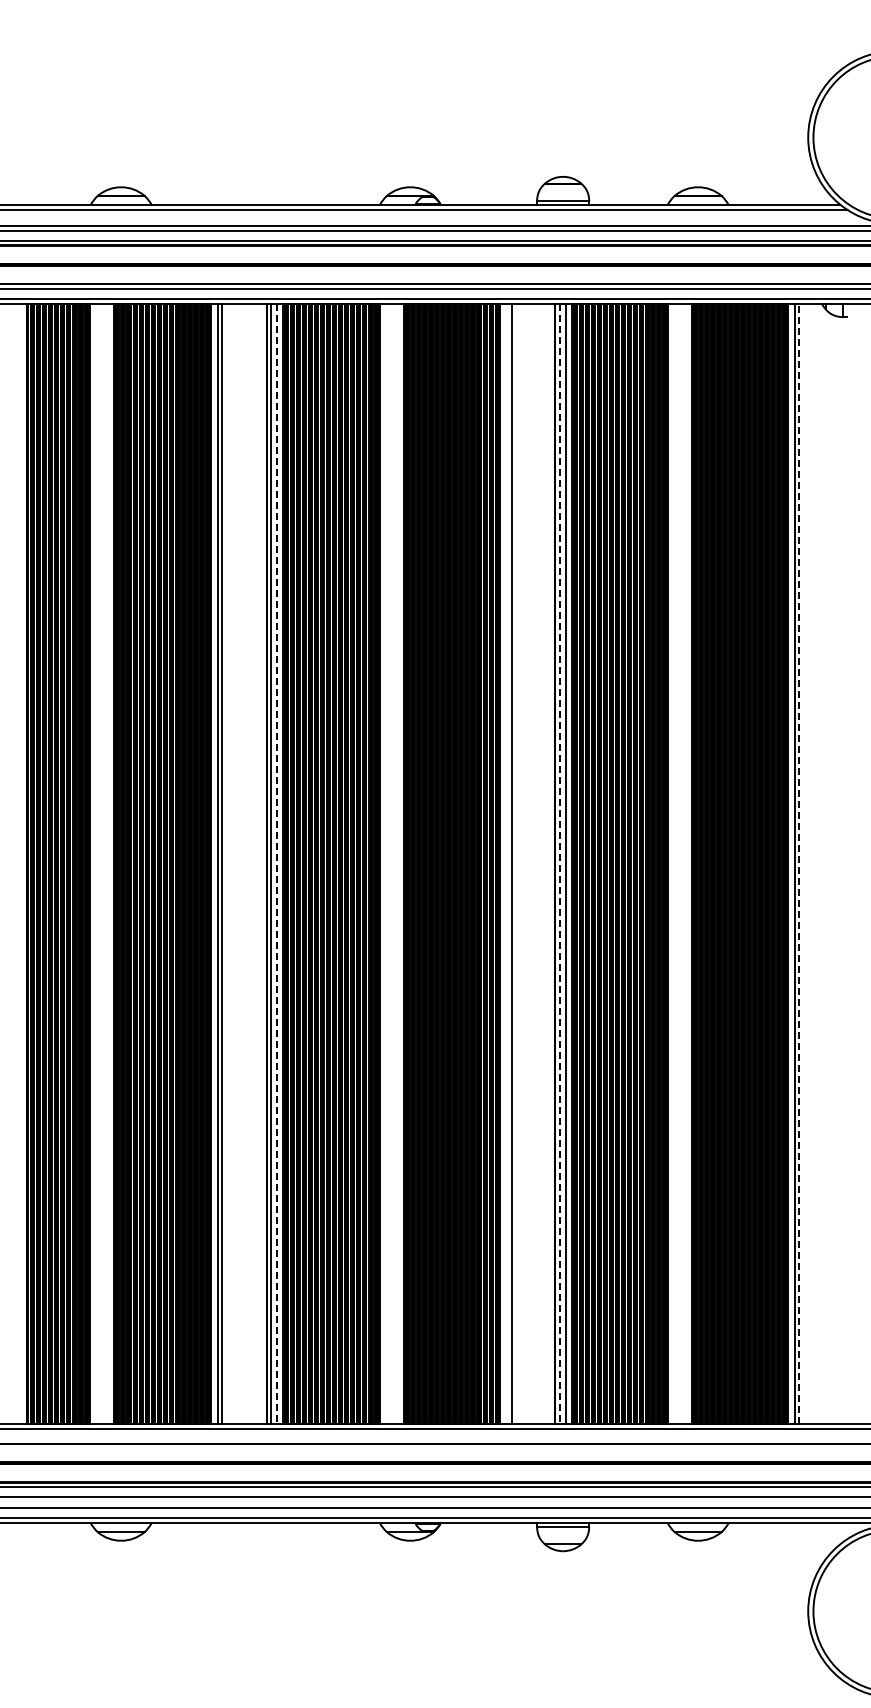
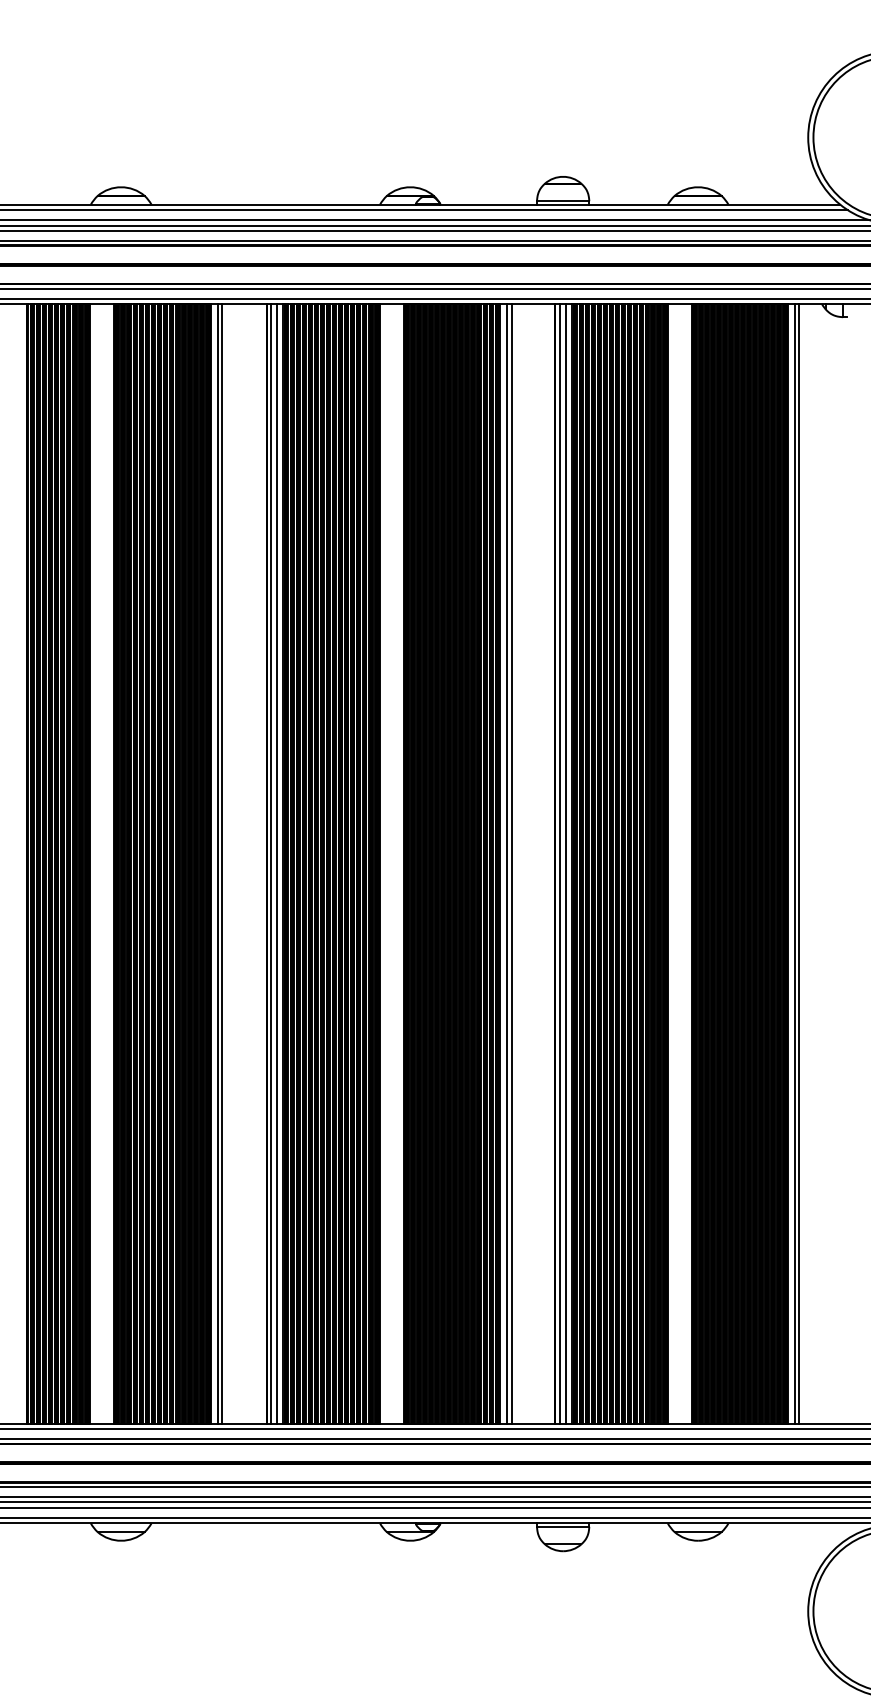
line at (434, 220): none -> present
line at (507, 863): none -> present
line at (276, 864): dashed -> solid
line at (559, 864): dashed -> solid
line at (799, 864): dashed -> solid
line at (434, 1439): none -> present
line at (434, 1502): none -> present
